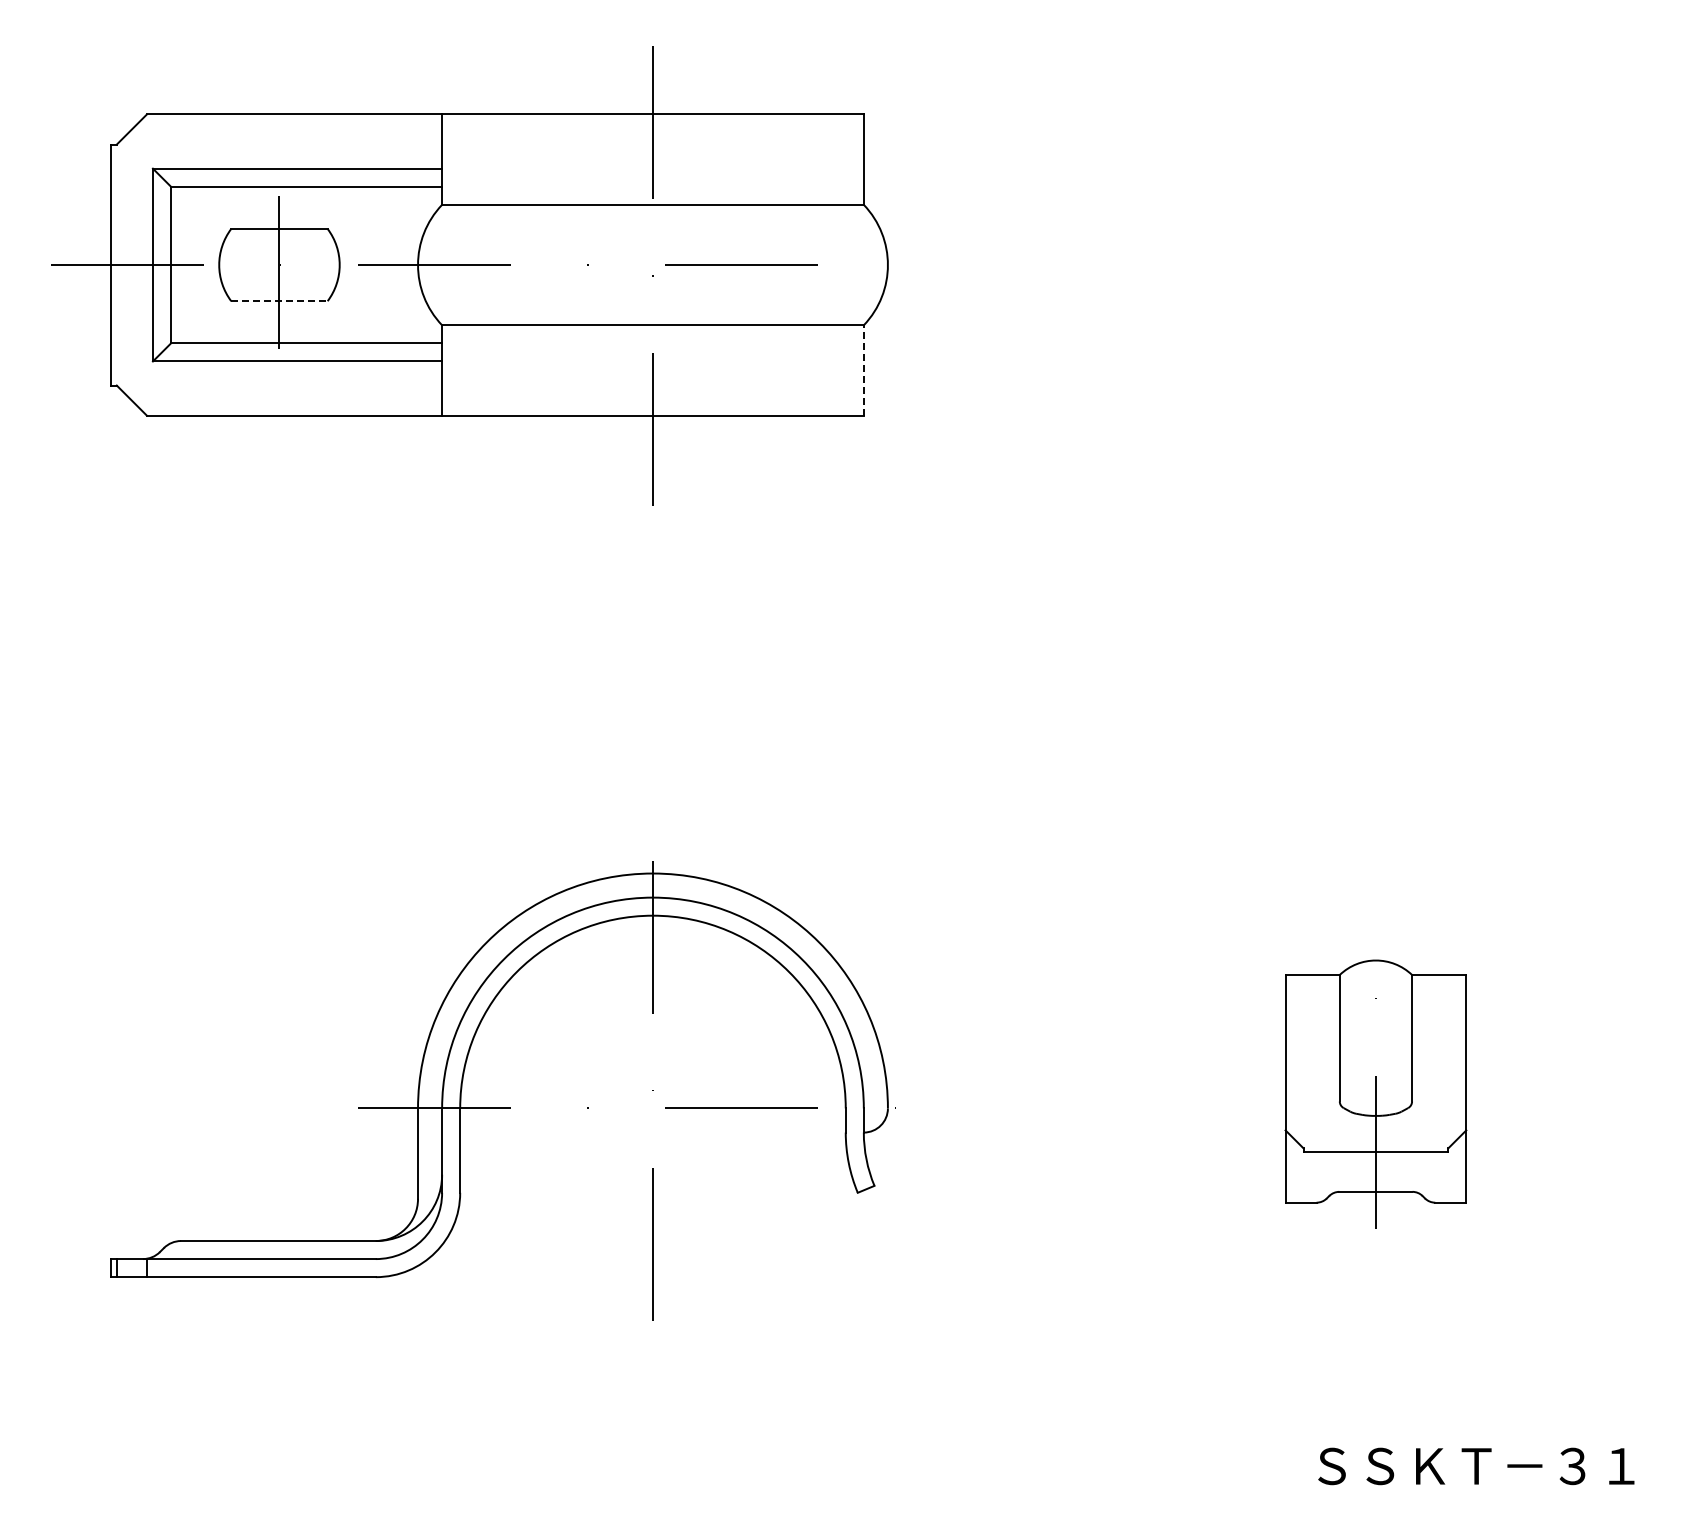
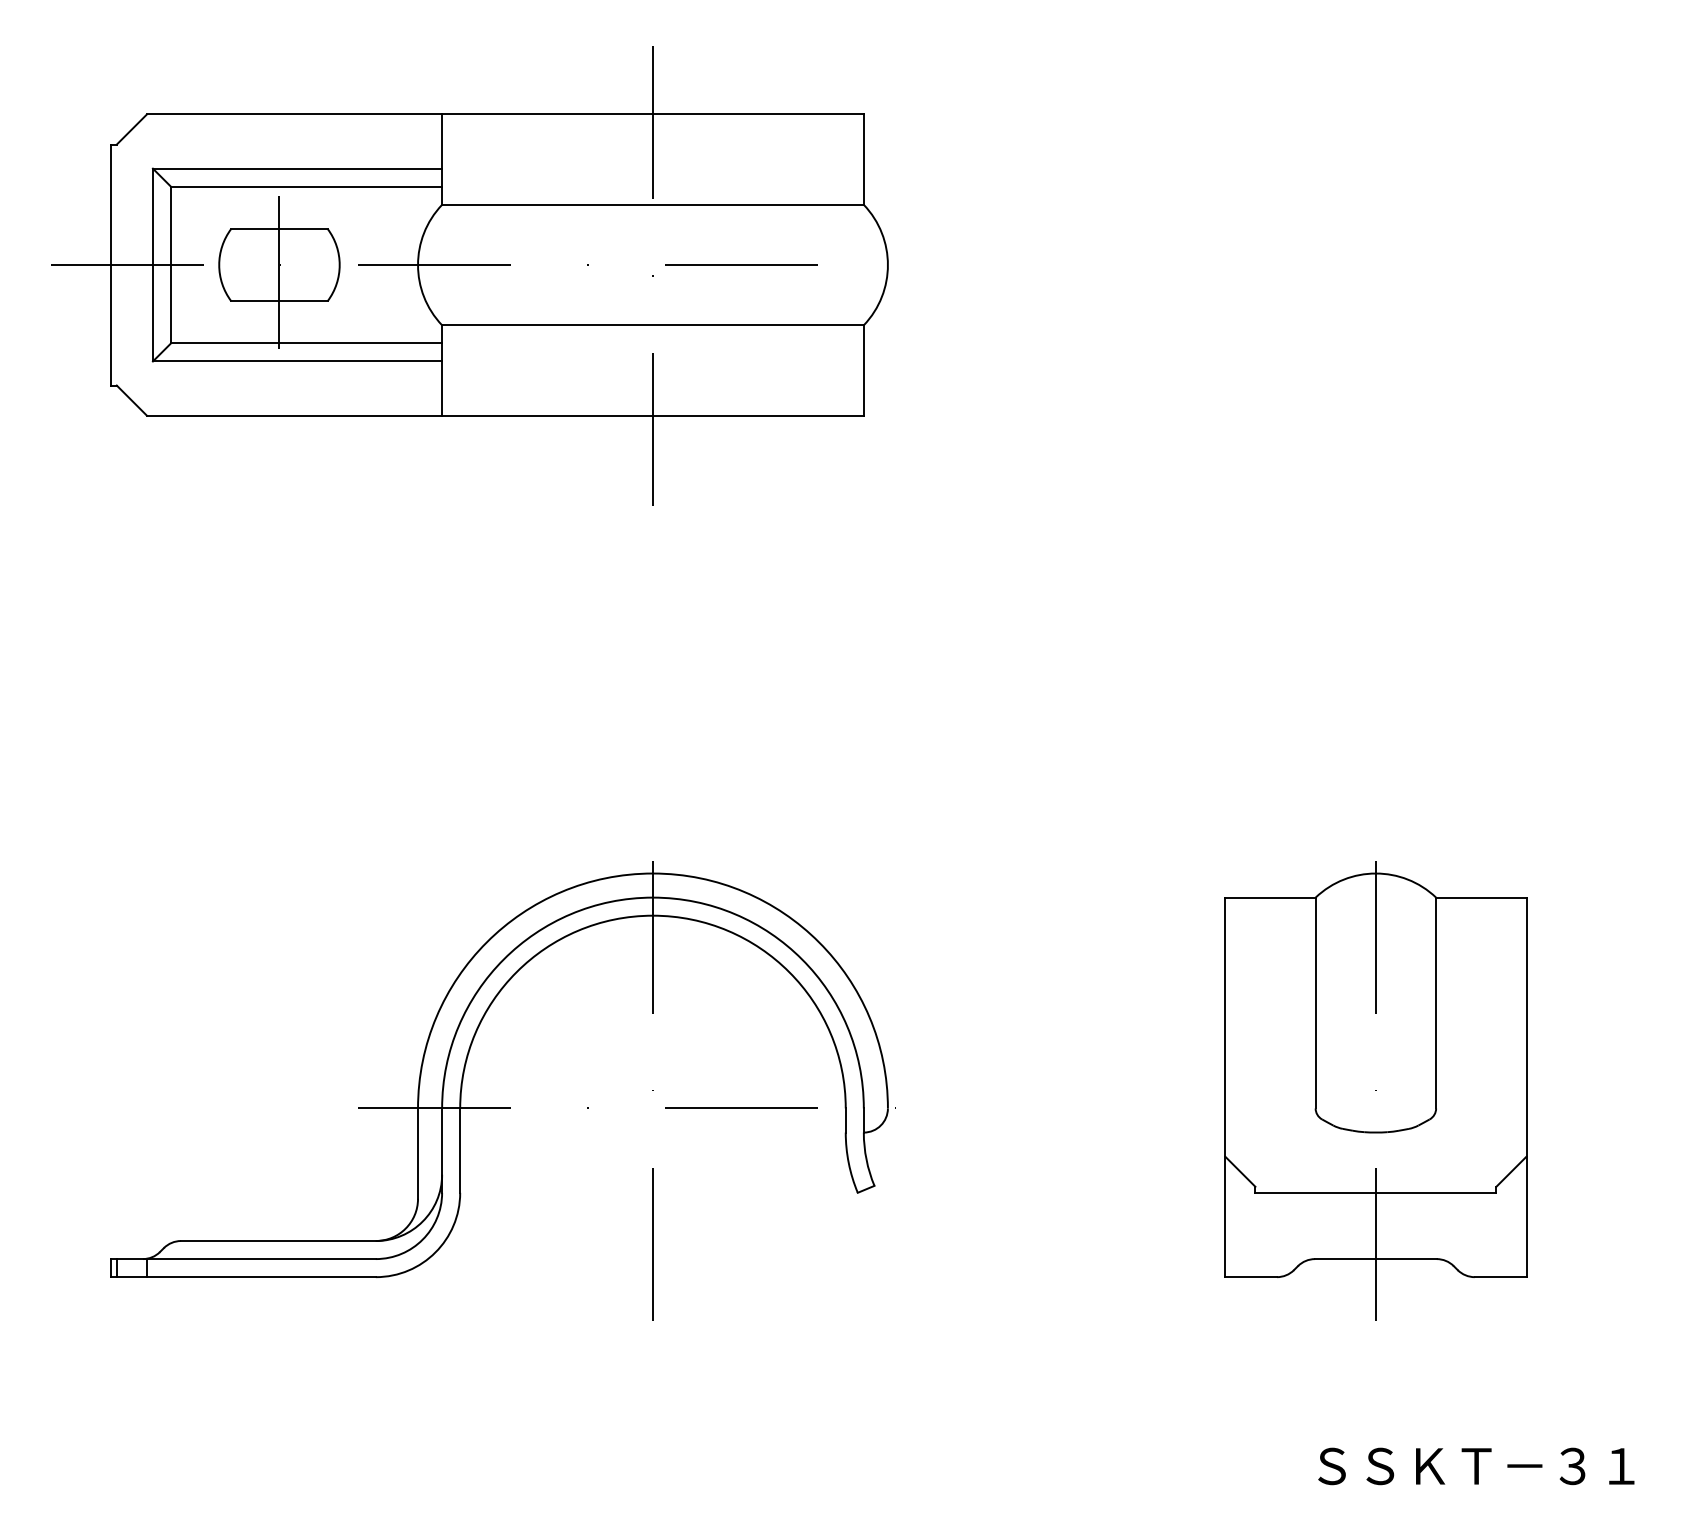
line at (279, 301): dashed -> solid
line at (863, 370): dashed -> solid
part at (1375, 1093) size: 184x270 px -> 304x460 px
